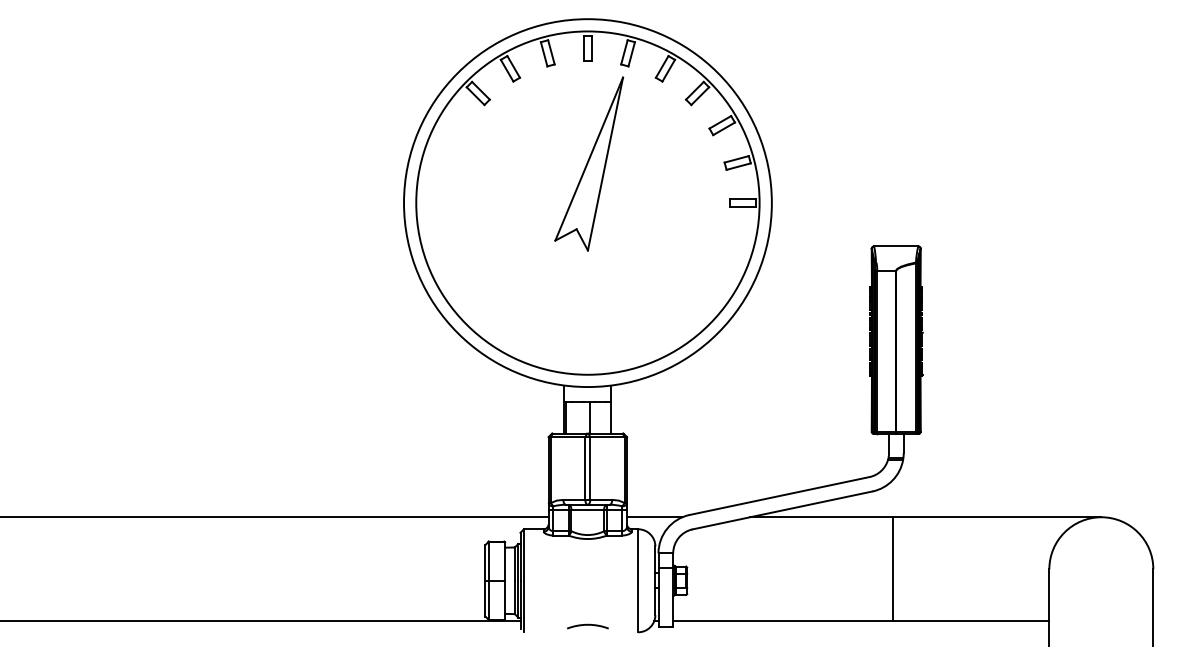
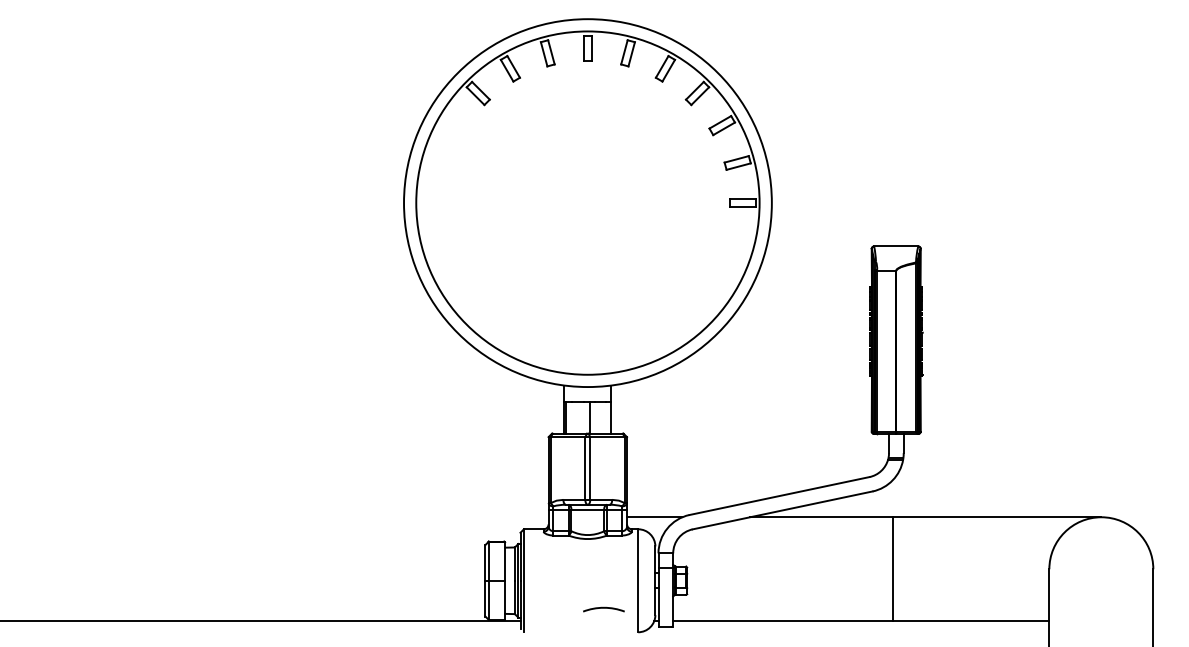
part at (589, 163): present -> none
line at (275, 517): present -> none
arc at (587, 625) position: (587, 625) -> (603, 608)
